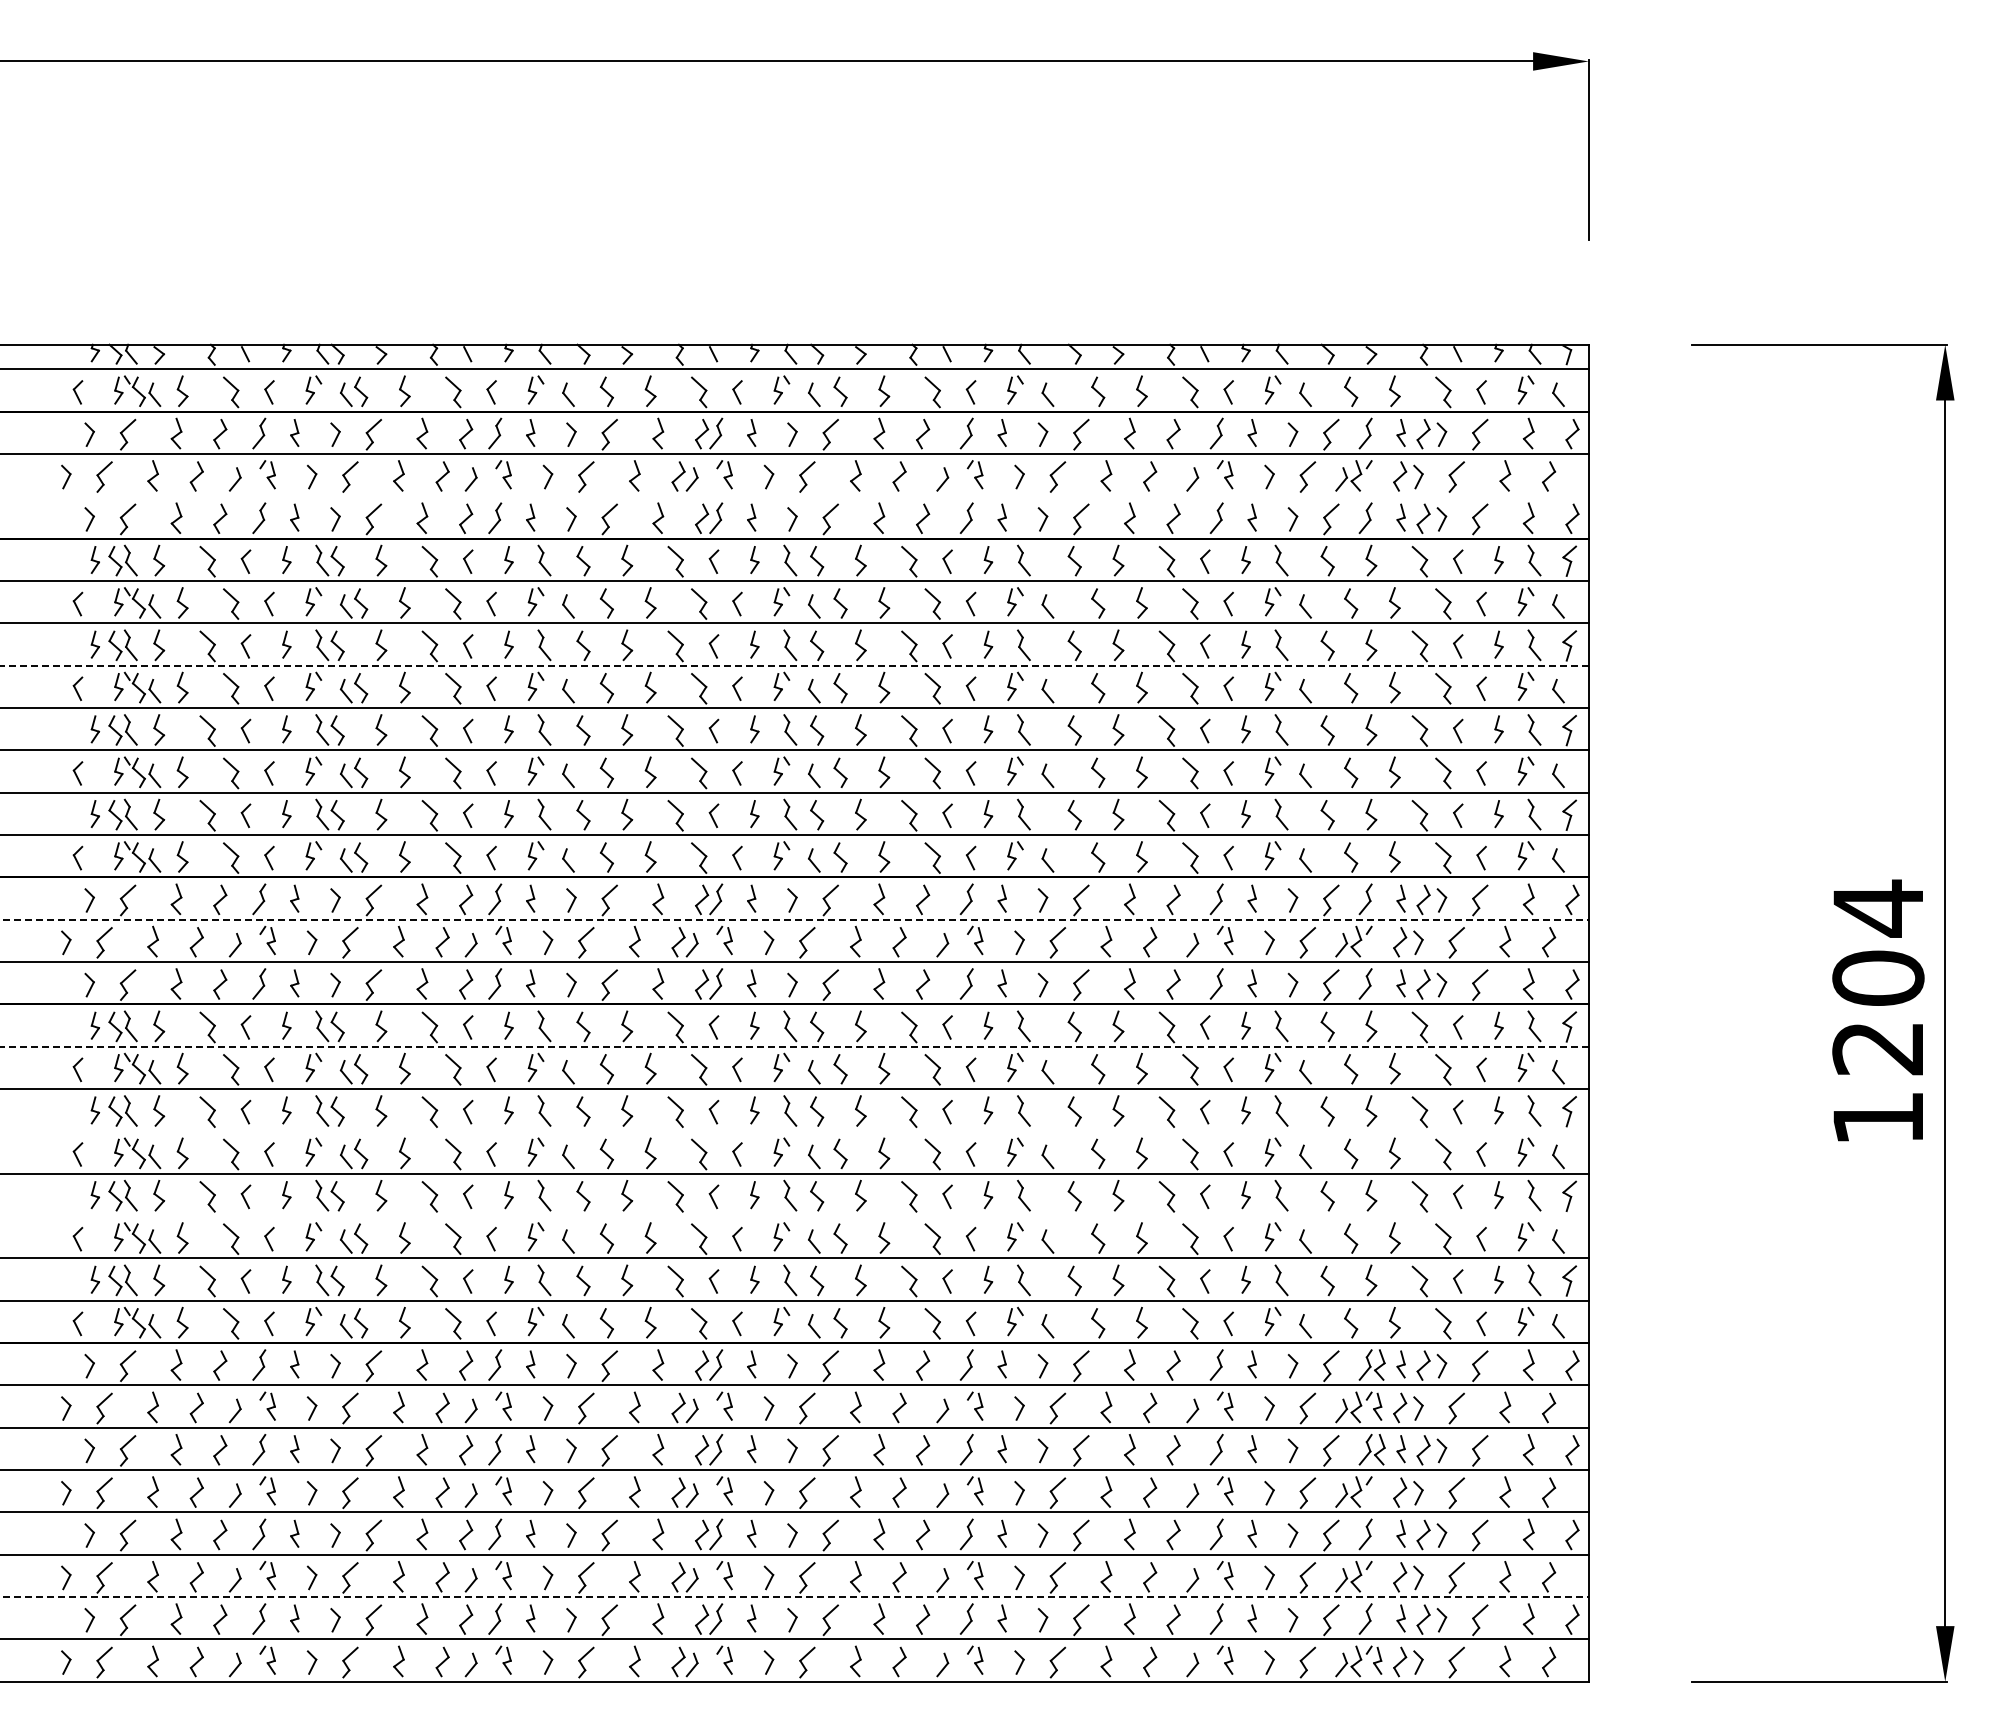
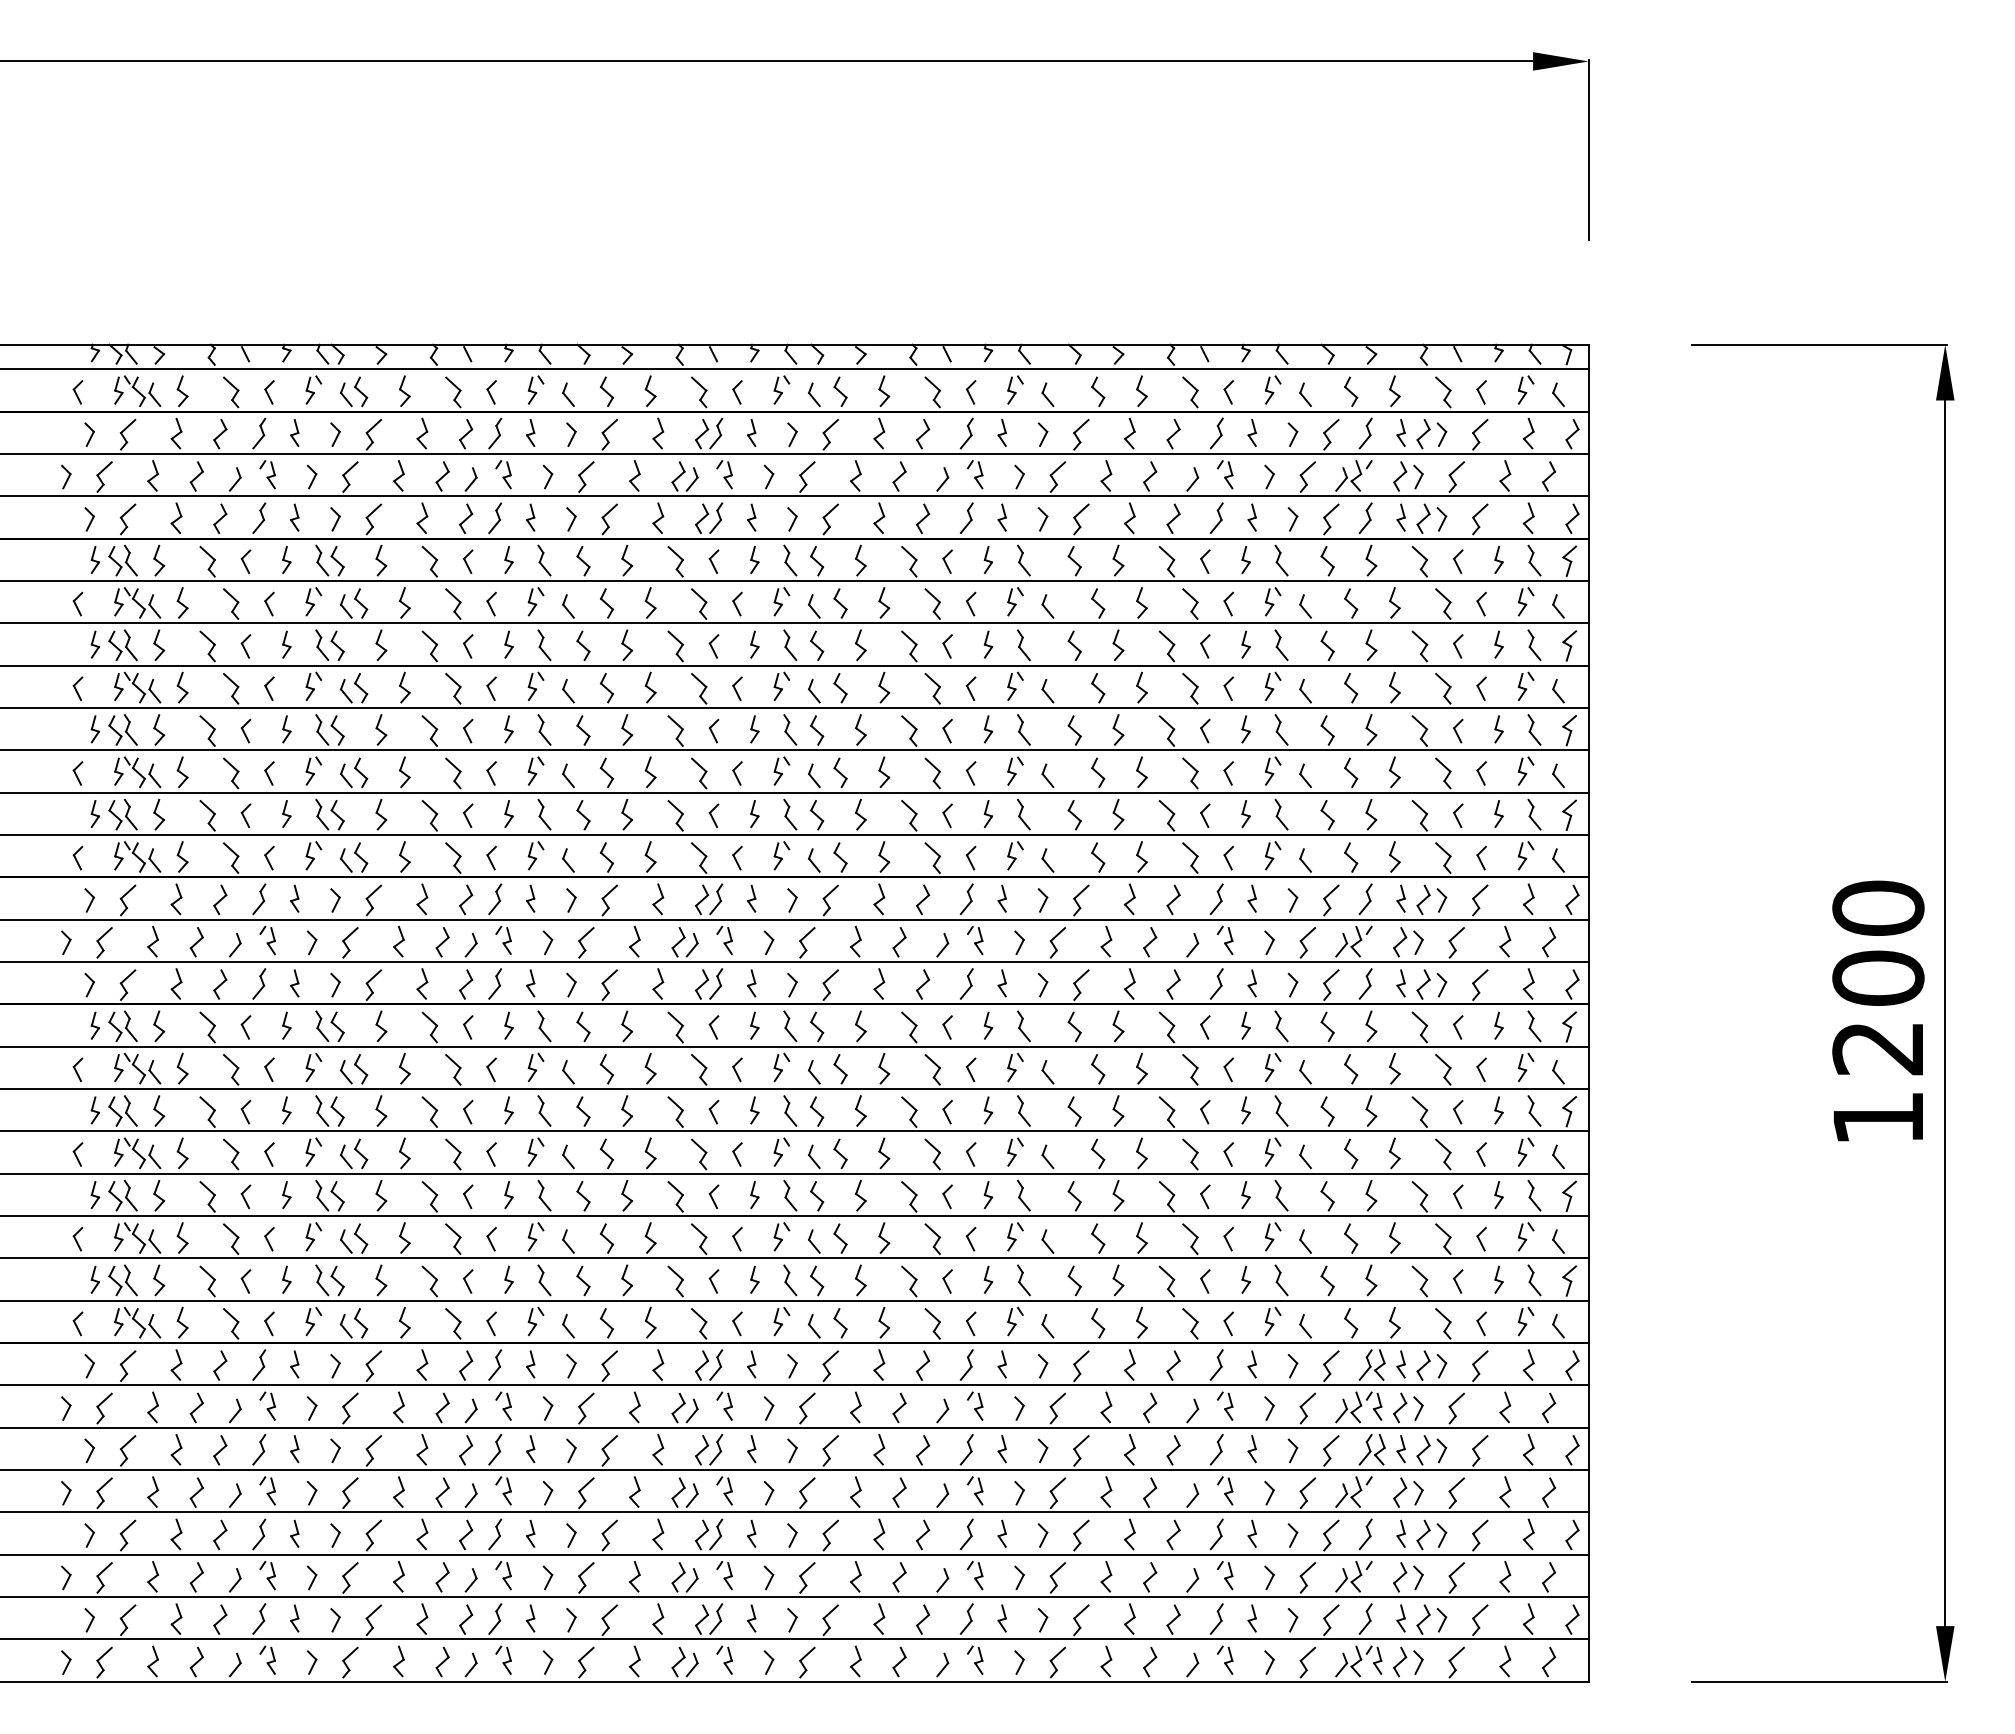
line at (795, 496): none -> present
line at (794, 665): dashed -> solid
text at (1878, 908): 1204 -> 1200
line at (794, 919): dashed -> solid
line at (794, 1046): dashed -> solid
line at (795, 1131): none -> present
line at (795, 1216): none -> present
line at (794, 1597): dashed -> solid
